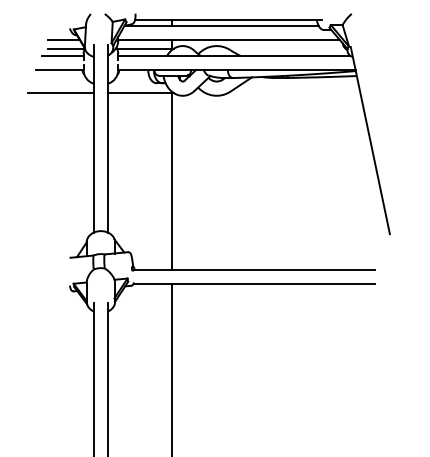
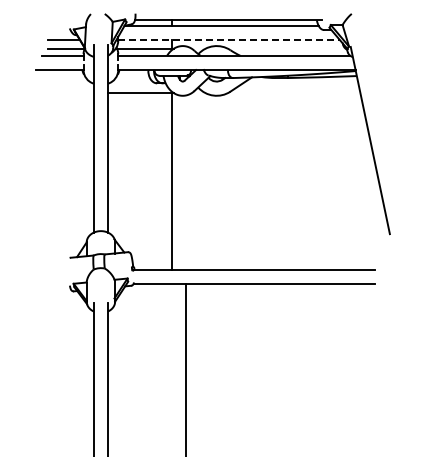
line at (228, 39): solid -> dashed
line at (60, 93): present -> none
line at (171, 368) position: (171, 368) -> (185, 368)
